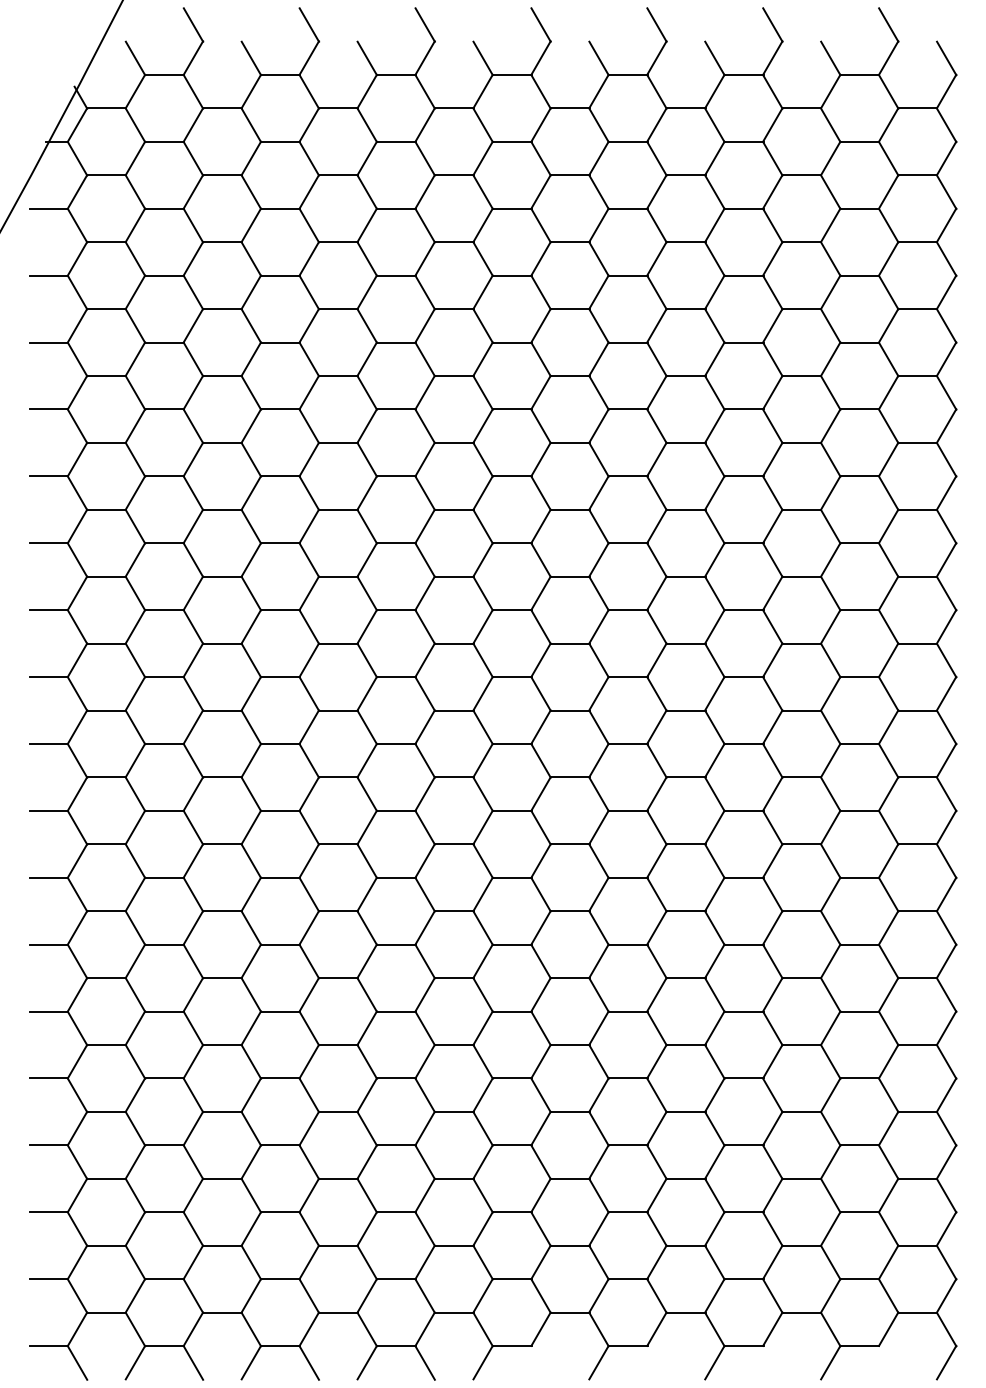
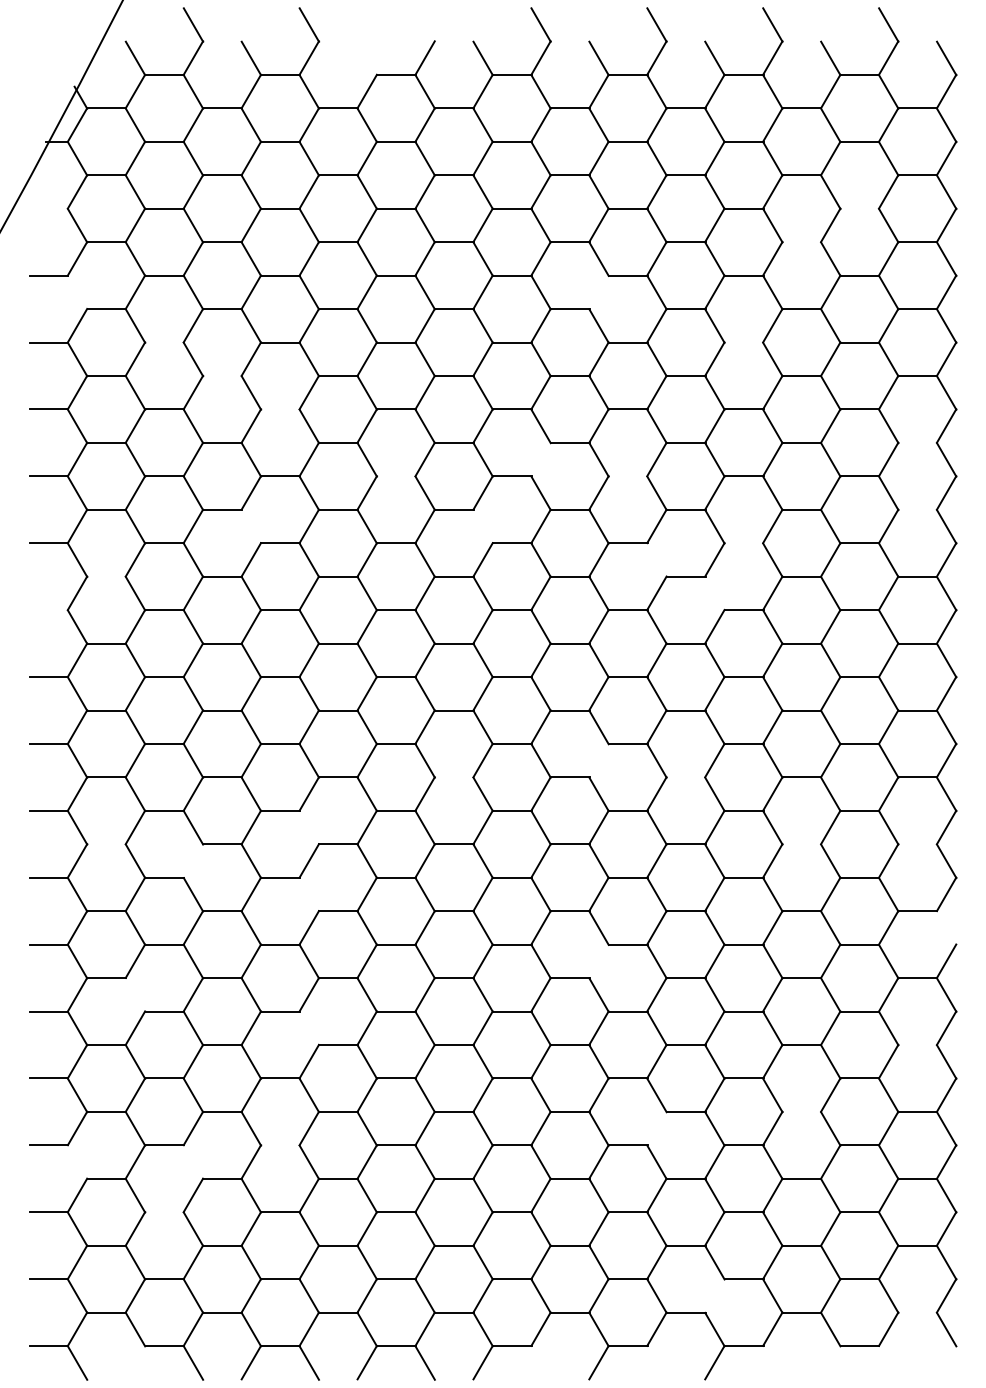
line at (424, 24): present -> none
line at (366, 58): present -> none
line at (48, 208): present -> none
line at (859, 208): present -> none
line at (801, 242): present -> none
line at (598, 291): present -> none
line at (77, 292): present -> none
line at (164, 342): present -> none
line at (743, 342): present -> none
line at (222, 376): present -> none
line at (280, 409): present -> none
line at (917, 442): present -> none
line at (540, 459): present -> none
line at (396, 476): present -> none
line at (628, 476): present -> none
line at (917, 509): present -> none
line at (251, 526): present -> none
line at (482, 526): present -> none
line at (743, 543): present -> none
line at (656, 559): present -> none
line at (106, 576): present -> none
line at (714, 593): present -> none
line at (48, 610): present -> none
line at (598, 760): present -> none
line at (454, 777): present -> none
line at (685, 777): present -> none
line at (309, 827): present -> none
line at (106, 844): present -> none
line at (801, 844): present -> none
line at (917, 844): present -> none
line at (193, 860): present -> none
line at (309, 894): present -> none
line at (946, 927): present -> none
line at (598, 960): present -> none
line at (135, 994): present -> none
line at (309, 1028): present -> none
line at (917, 1045): present -> none
line at (801, 1111): present -> none
line at (656, 1128): present -> none
line at (280, 1145): present -> none
line at (77, 1162): present -> none
line at (193, 1162): present -> none
line at (164, 1212): present -> none
line at (714, 1295): present -> none
line at (917, 1312): present -> none
line at (135, 1362): present -> none
line at (830, 1362): present -> none
line at (946, 1362): present -> none
